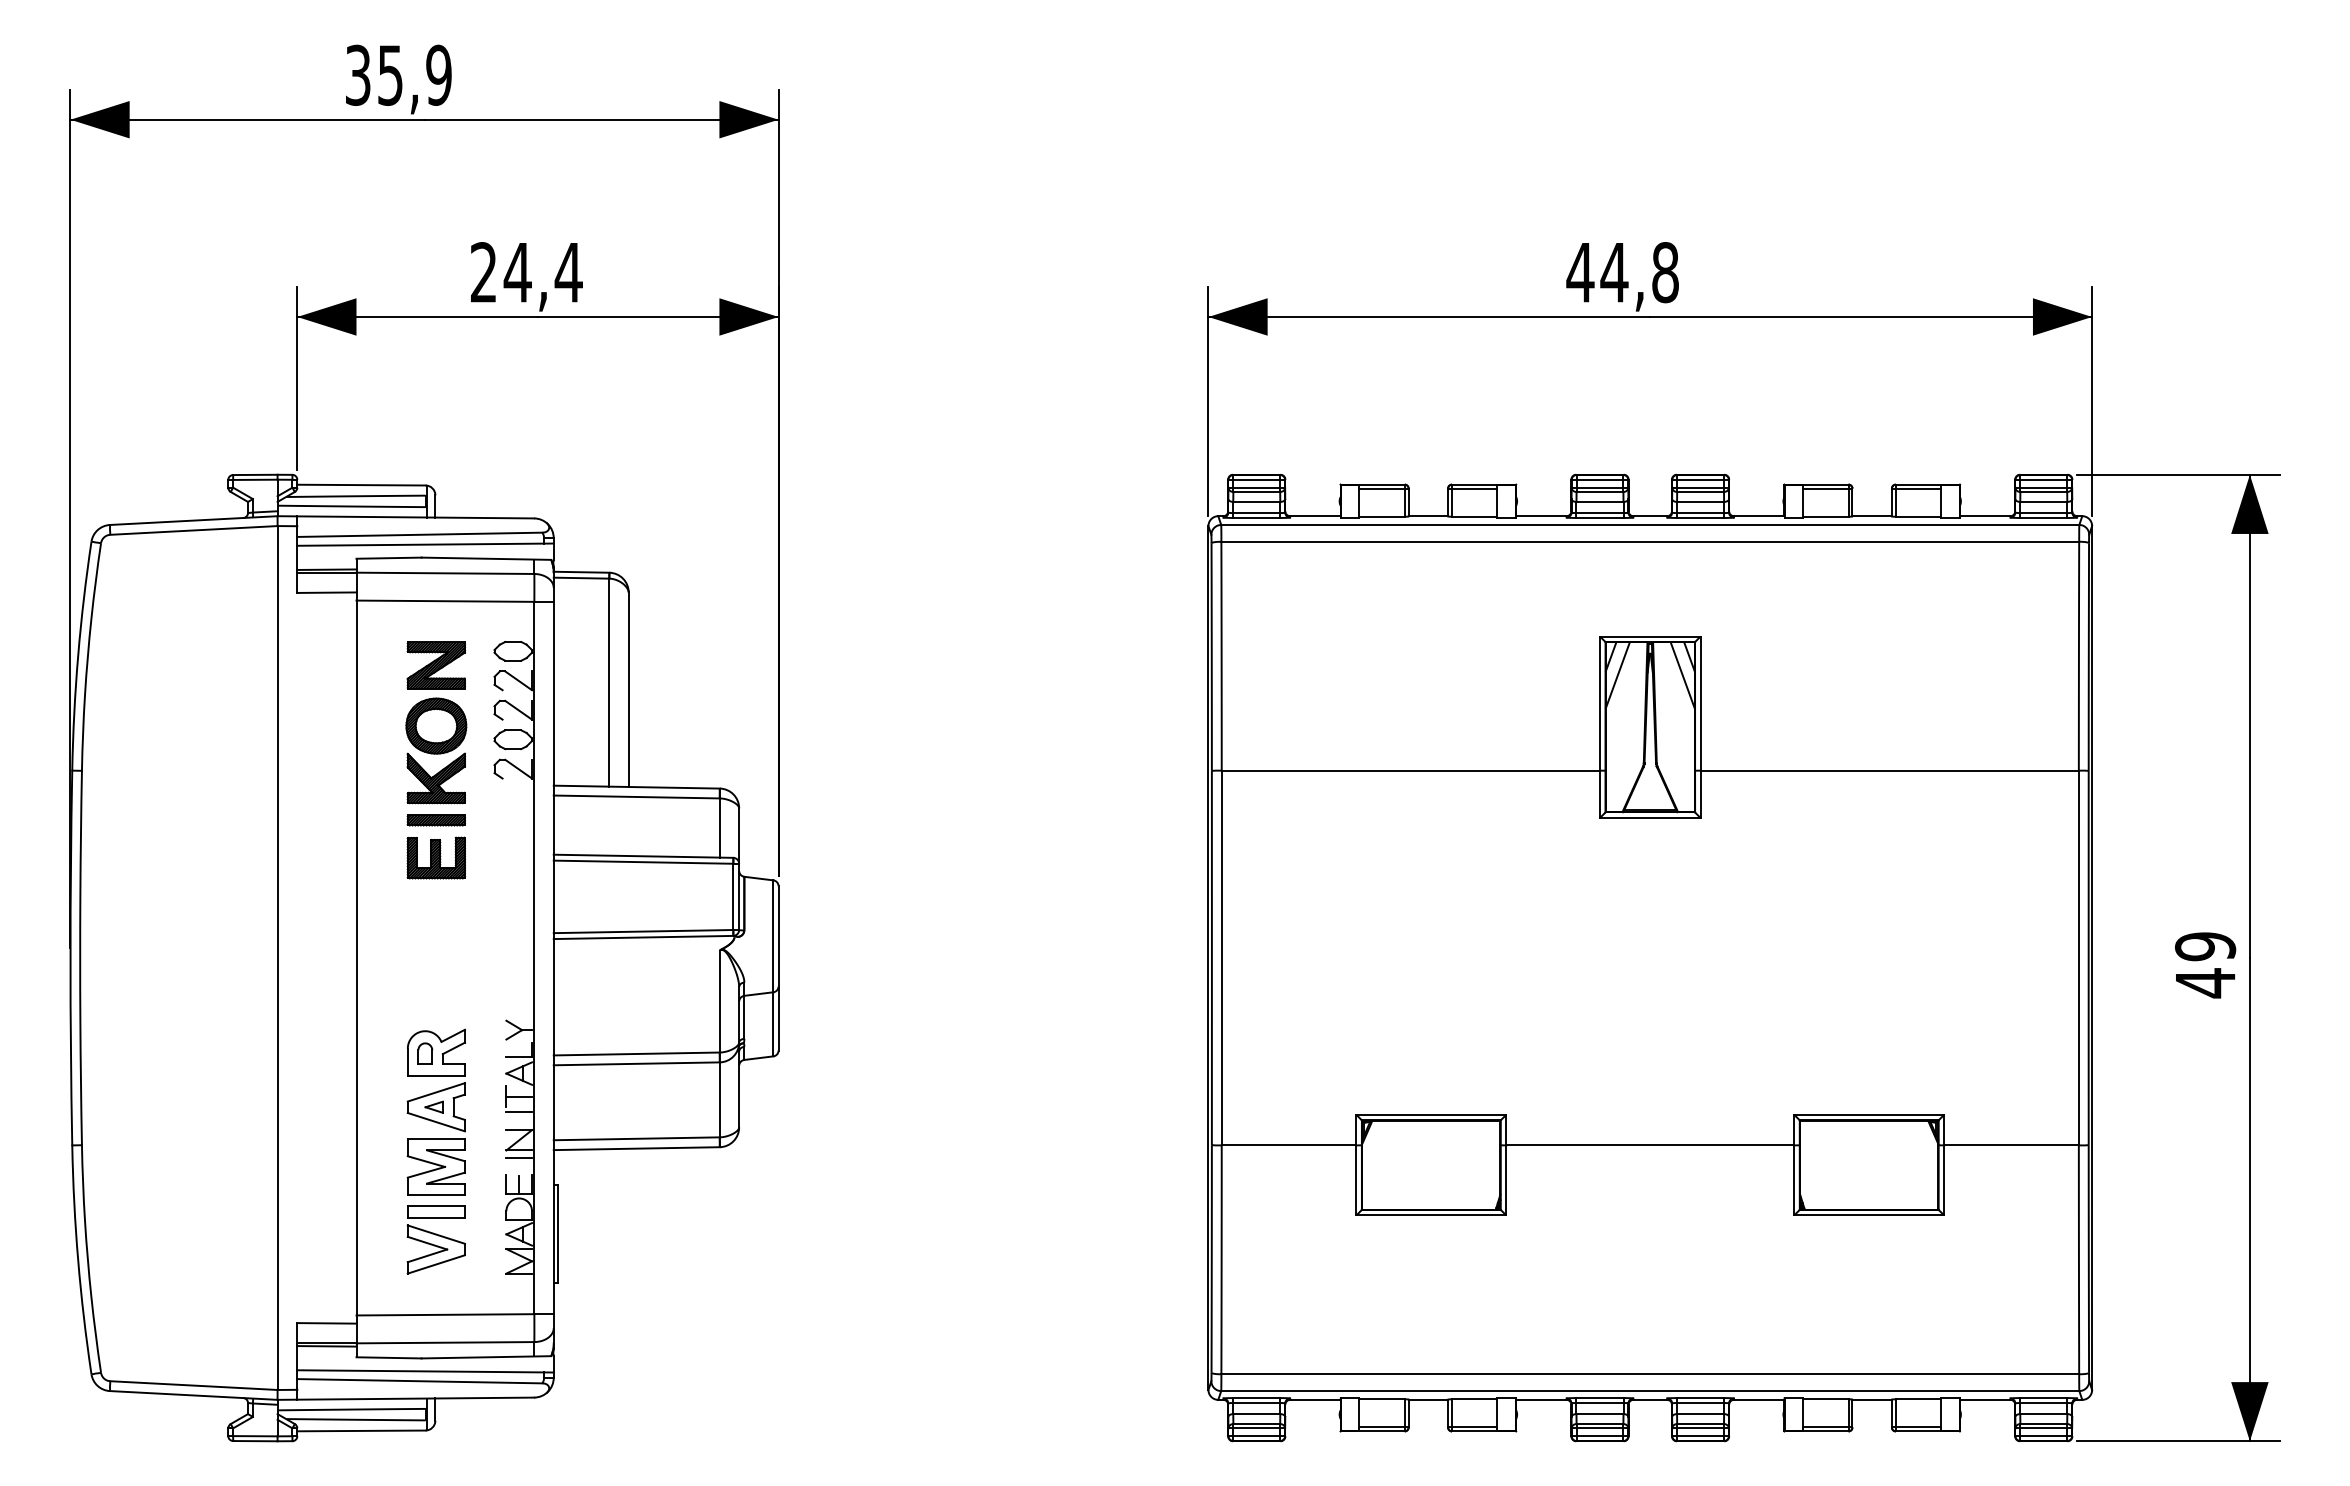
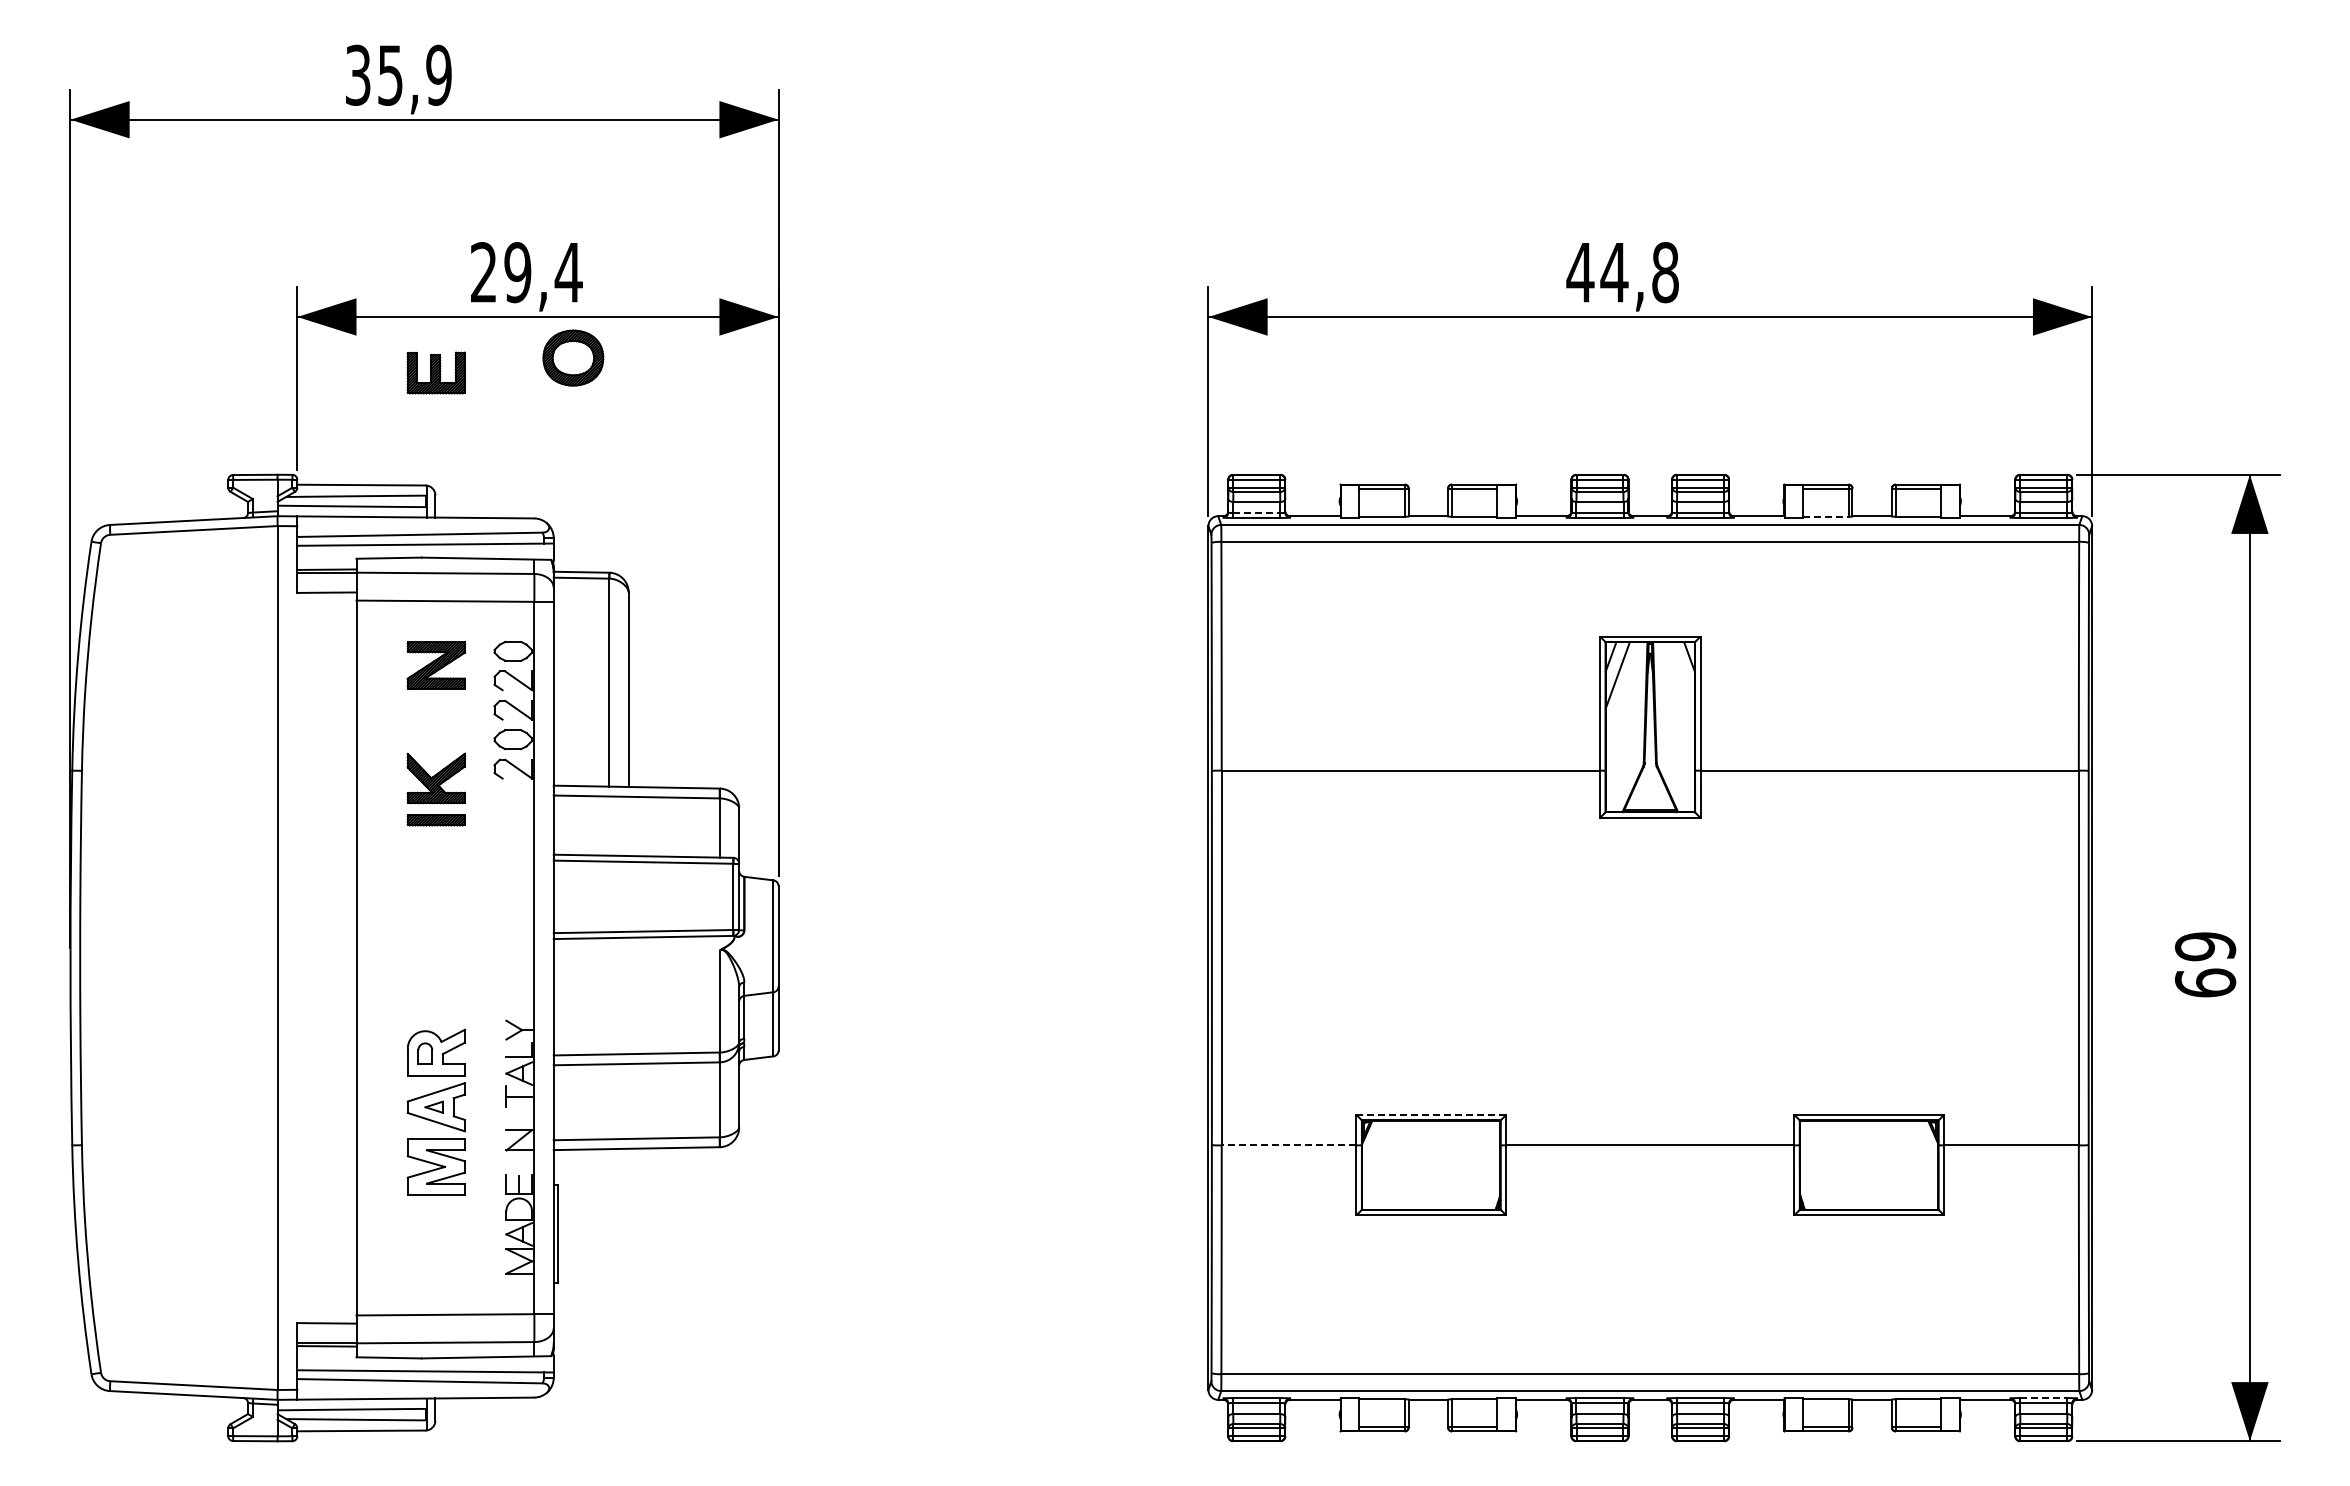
text at (517, 272): 24,4 -> 29,4
line at (1256, 513): solid -> dashed
line at (1825, 516): solid -> dashed
line at (1682, 675): present -> none
part at (436, 725) position: (436, 725) -> (573, 357)
part at (435, 857) position: (435, 857) -> (435, 372)
text at (2205, 983): 49 -> 69
line at (519, 1112): present -> none
line at (1431, 1114): solid -> dashed
line at (1288, 1145): solid -> dashed
line at (519, 1158): present -> none
part at (435, 1239): present -> none
line at (2043, 1398): solid -> dashed
